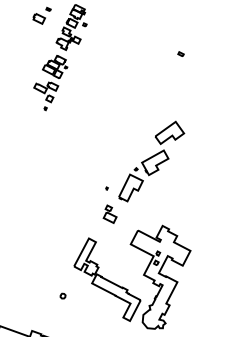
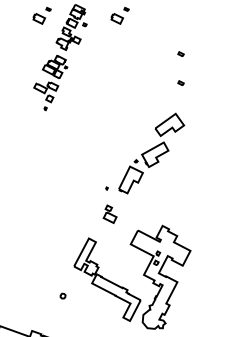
part at (119, 15): none -> present
part at (180, 82): none -> present
part at (151, 161) position: (151, 161) -> (151, 153)
